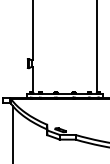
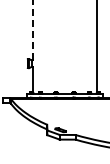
line at (33, 29): solid -> dashed
line at (13, 133): present -> none
